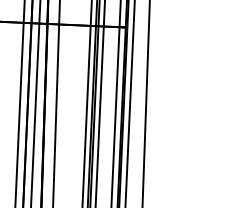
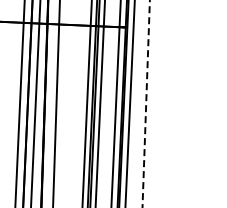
line at (146, 103): solid -> dashed
